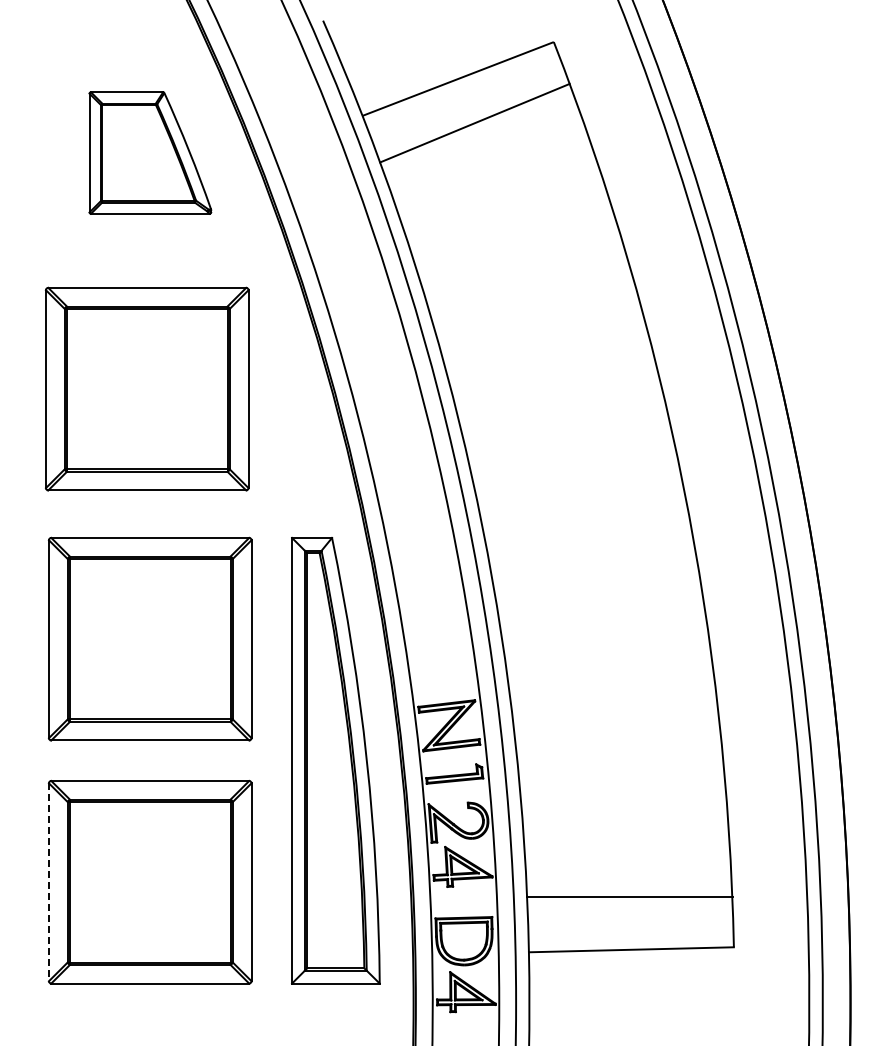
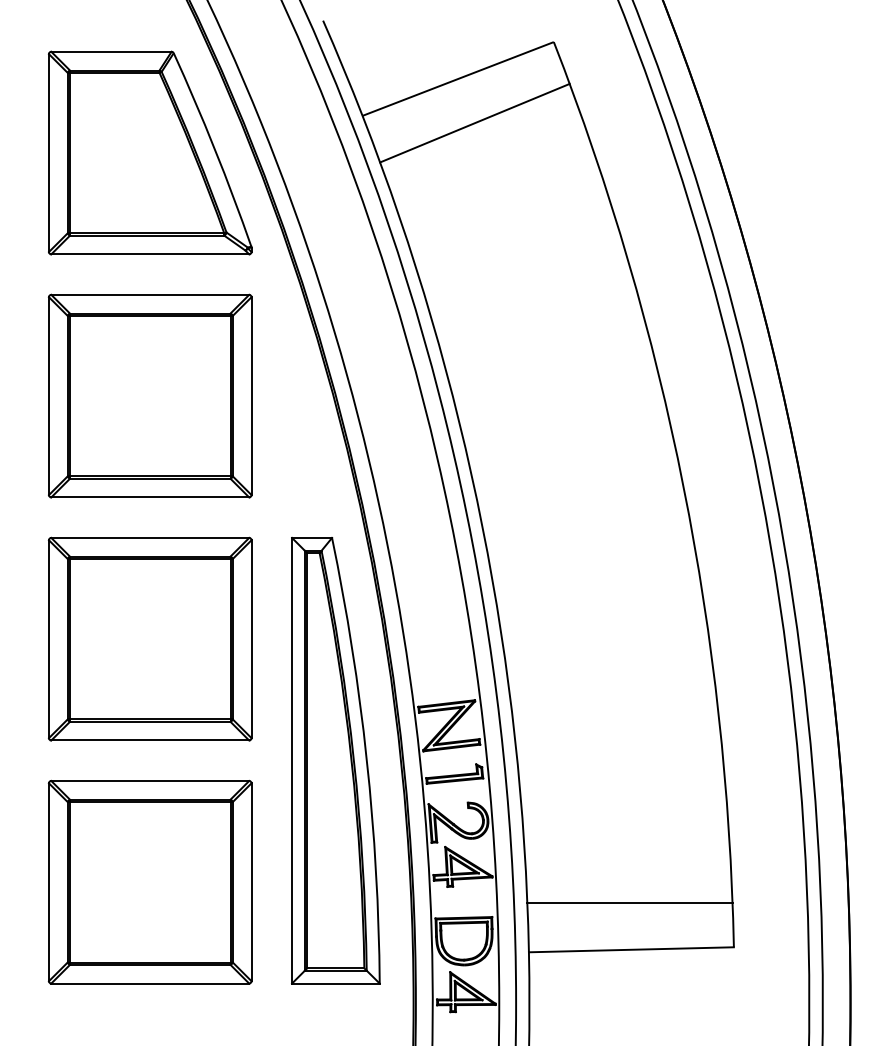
part at (150, 152) size: 125x124 px -> 205x206 px
part at (146, 388) position: (146, 388) -> (149, 395)
line at (48, 882): dashed -> solid
line at (629, 896) position: (629, 896) -> (629, 902)
